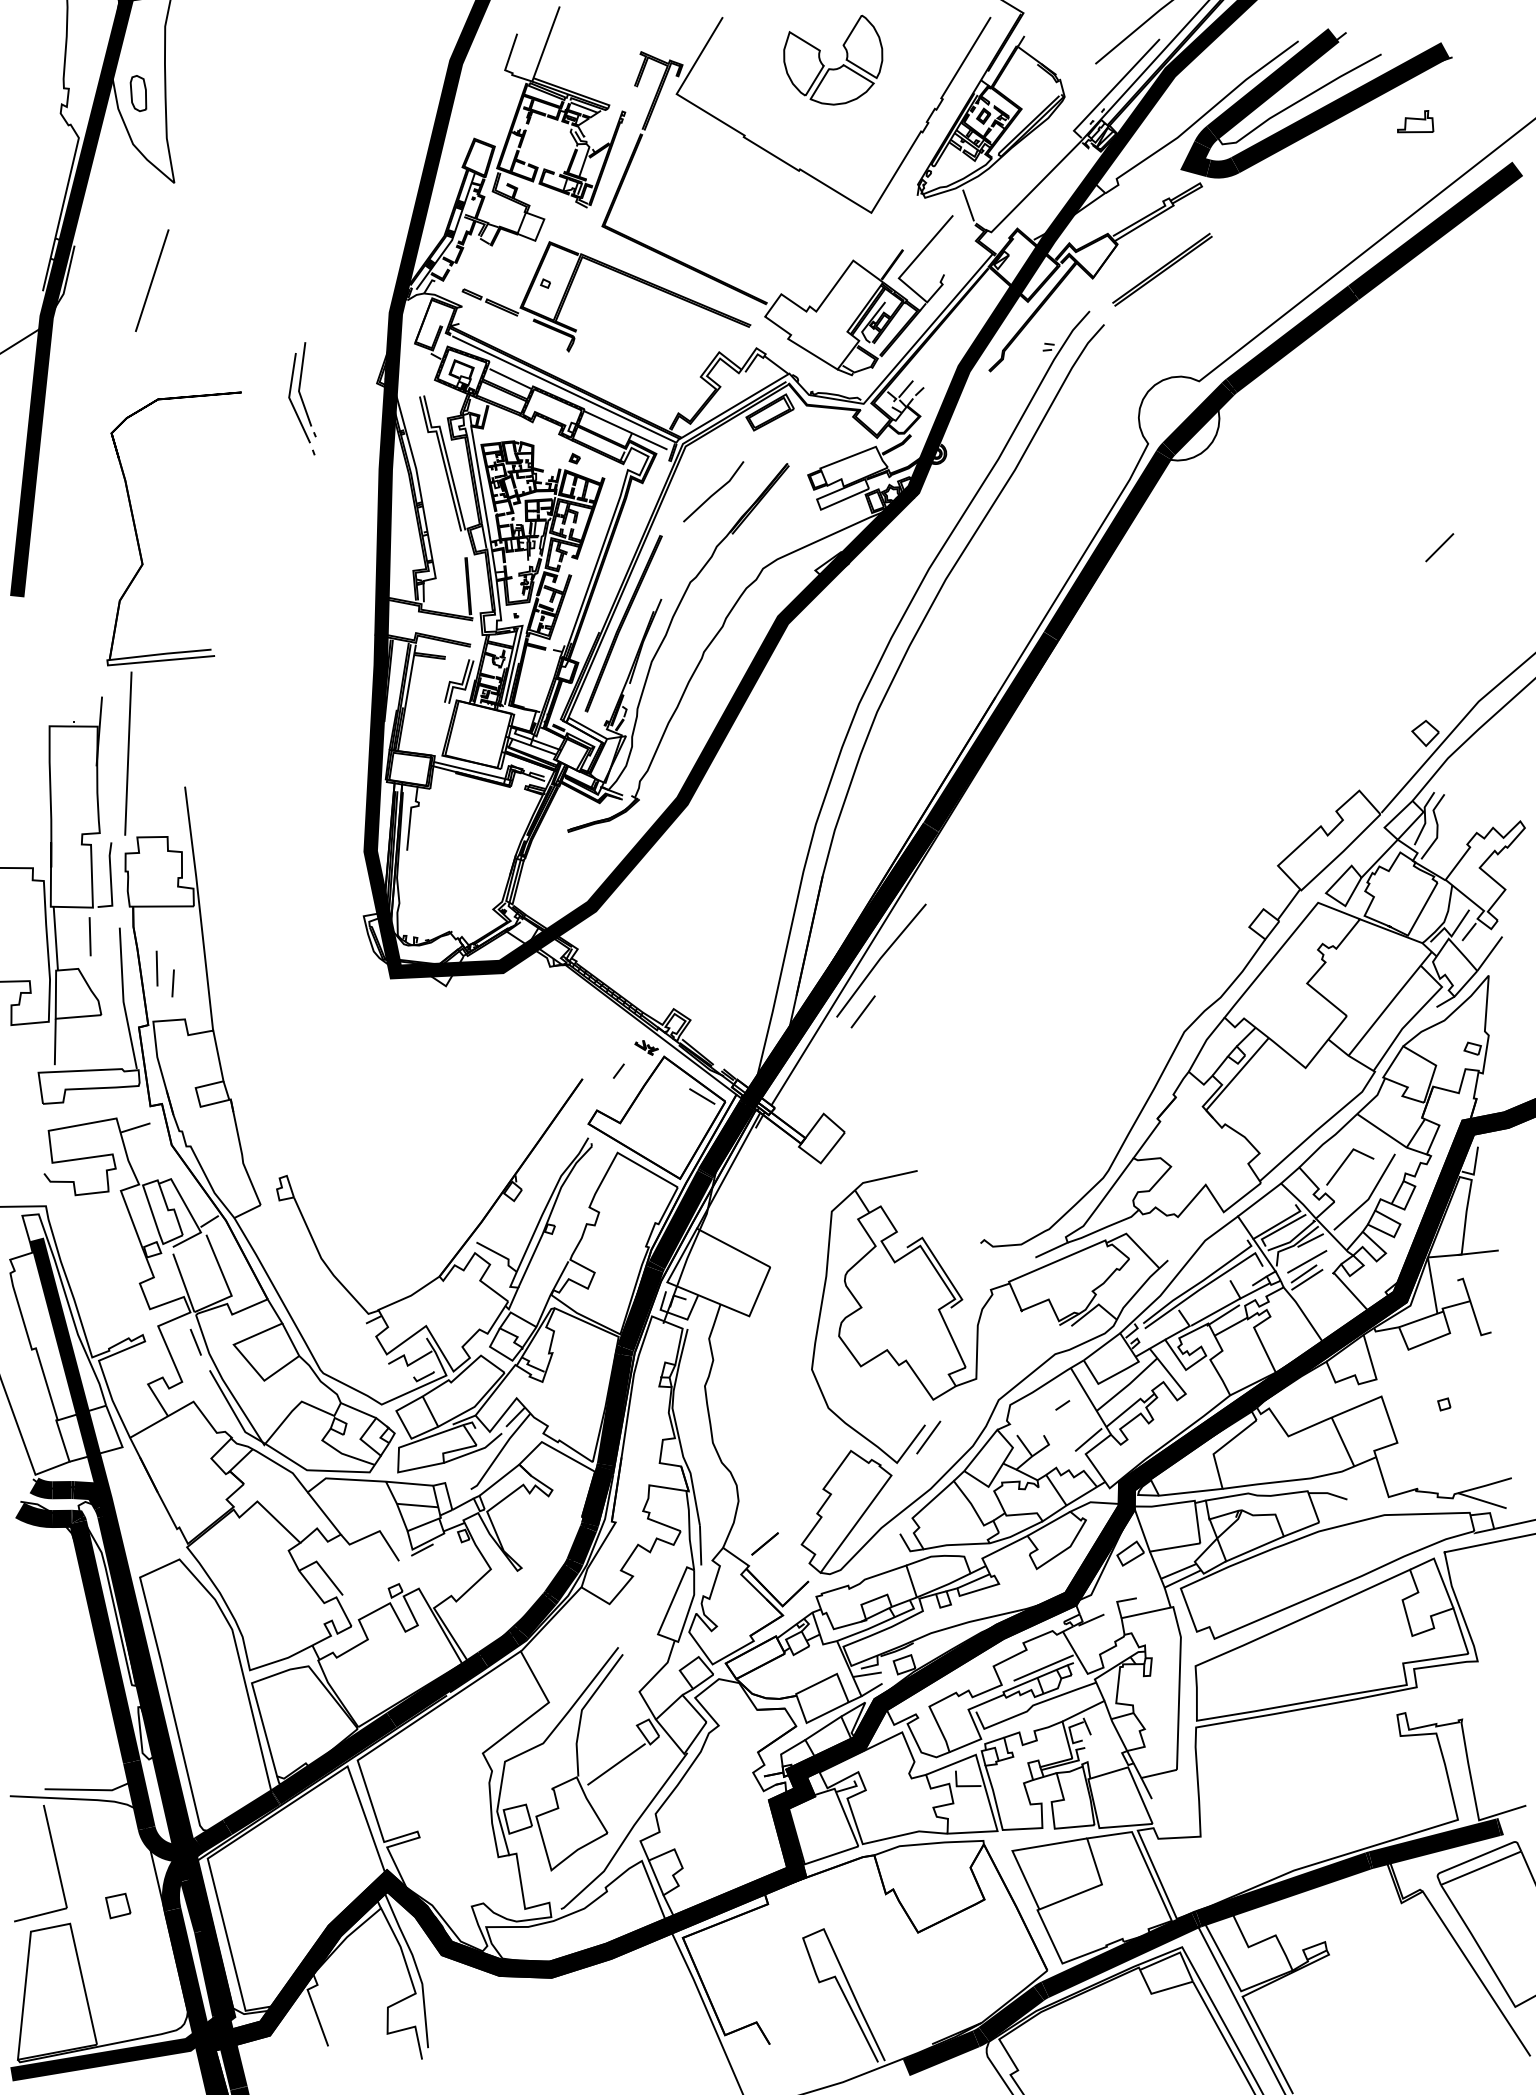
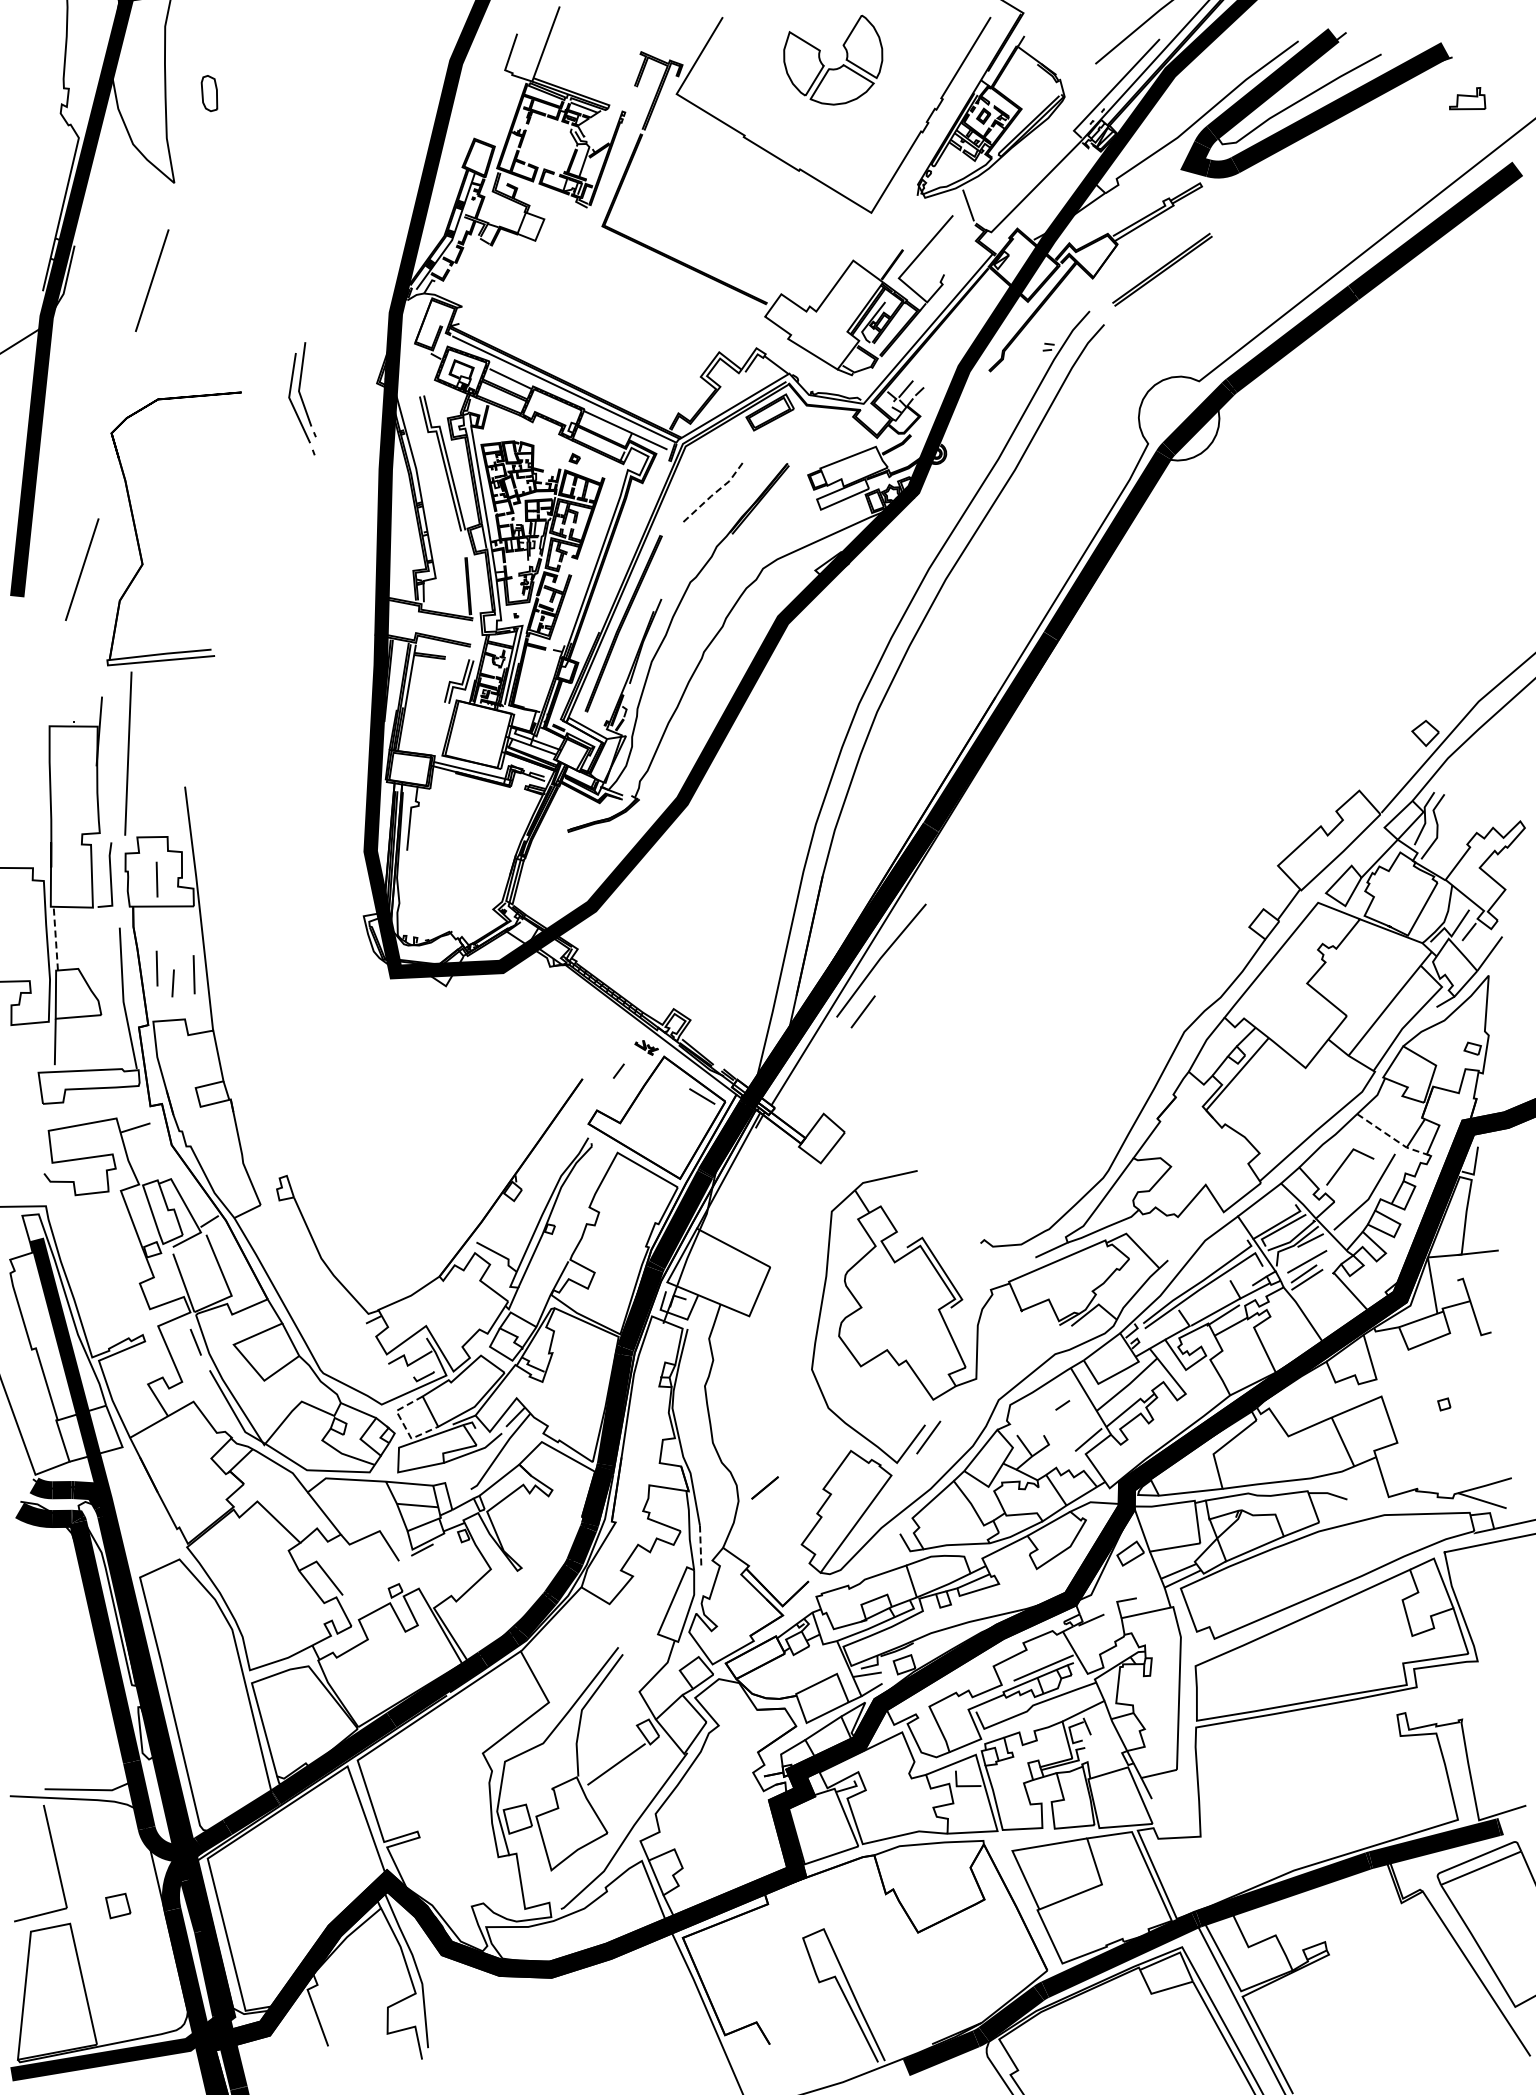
part at (138, 93) position: (138, 93) -> (209, 93)
part at (1415, 121) position: (1415, 121) -> (1467, 98)
part at (618, 273): present -> none
line at (715, 492): solid -> dashed
line at (1439, 547): present -> none
line at (82, 569): none -> present
line at (156, 879): none -> present
line at (89, 936) position: (89, 936) -> (193, 974)
line at (55, 938): solid -> dashed
line at (1392, 1137): solid -> dashed
line at (403, 1424): solid -> dashed
line at (764, 1543) position: (764, 1543) -> (764, 1487)
line at (700, 1545): solid -> dashed
